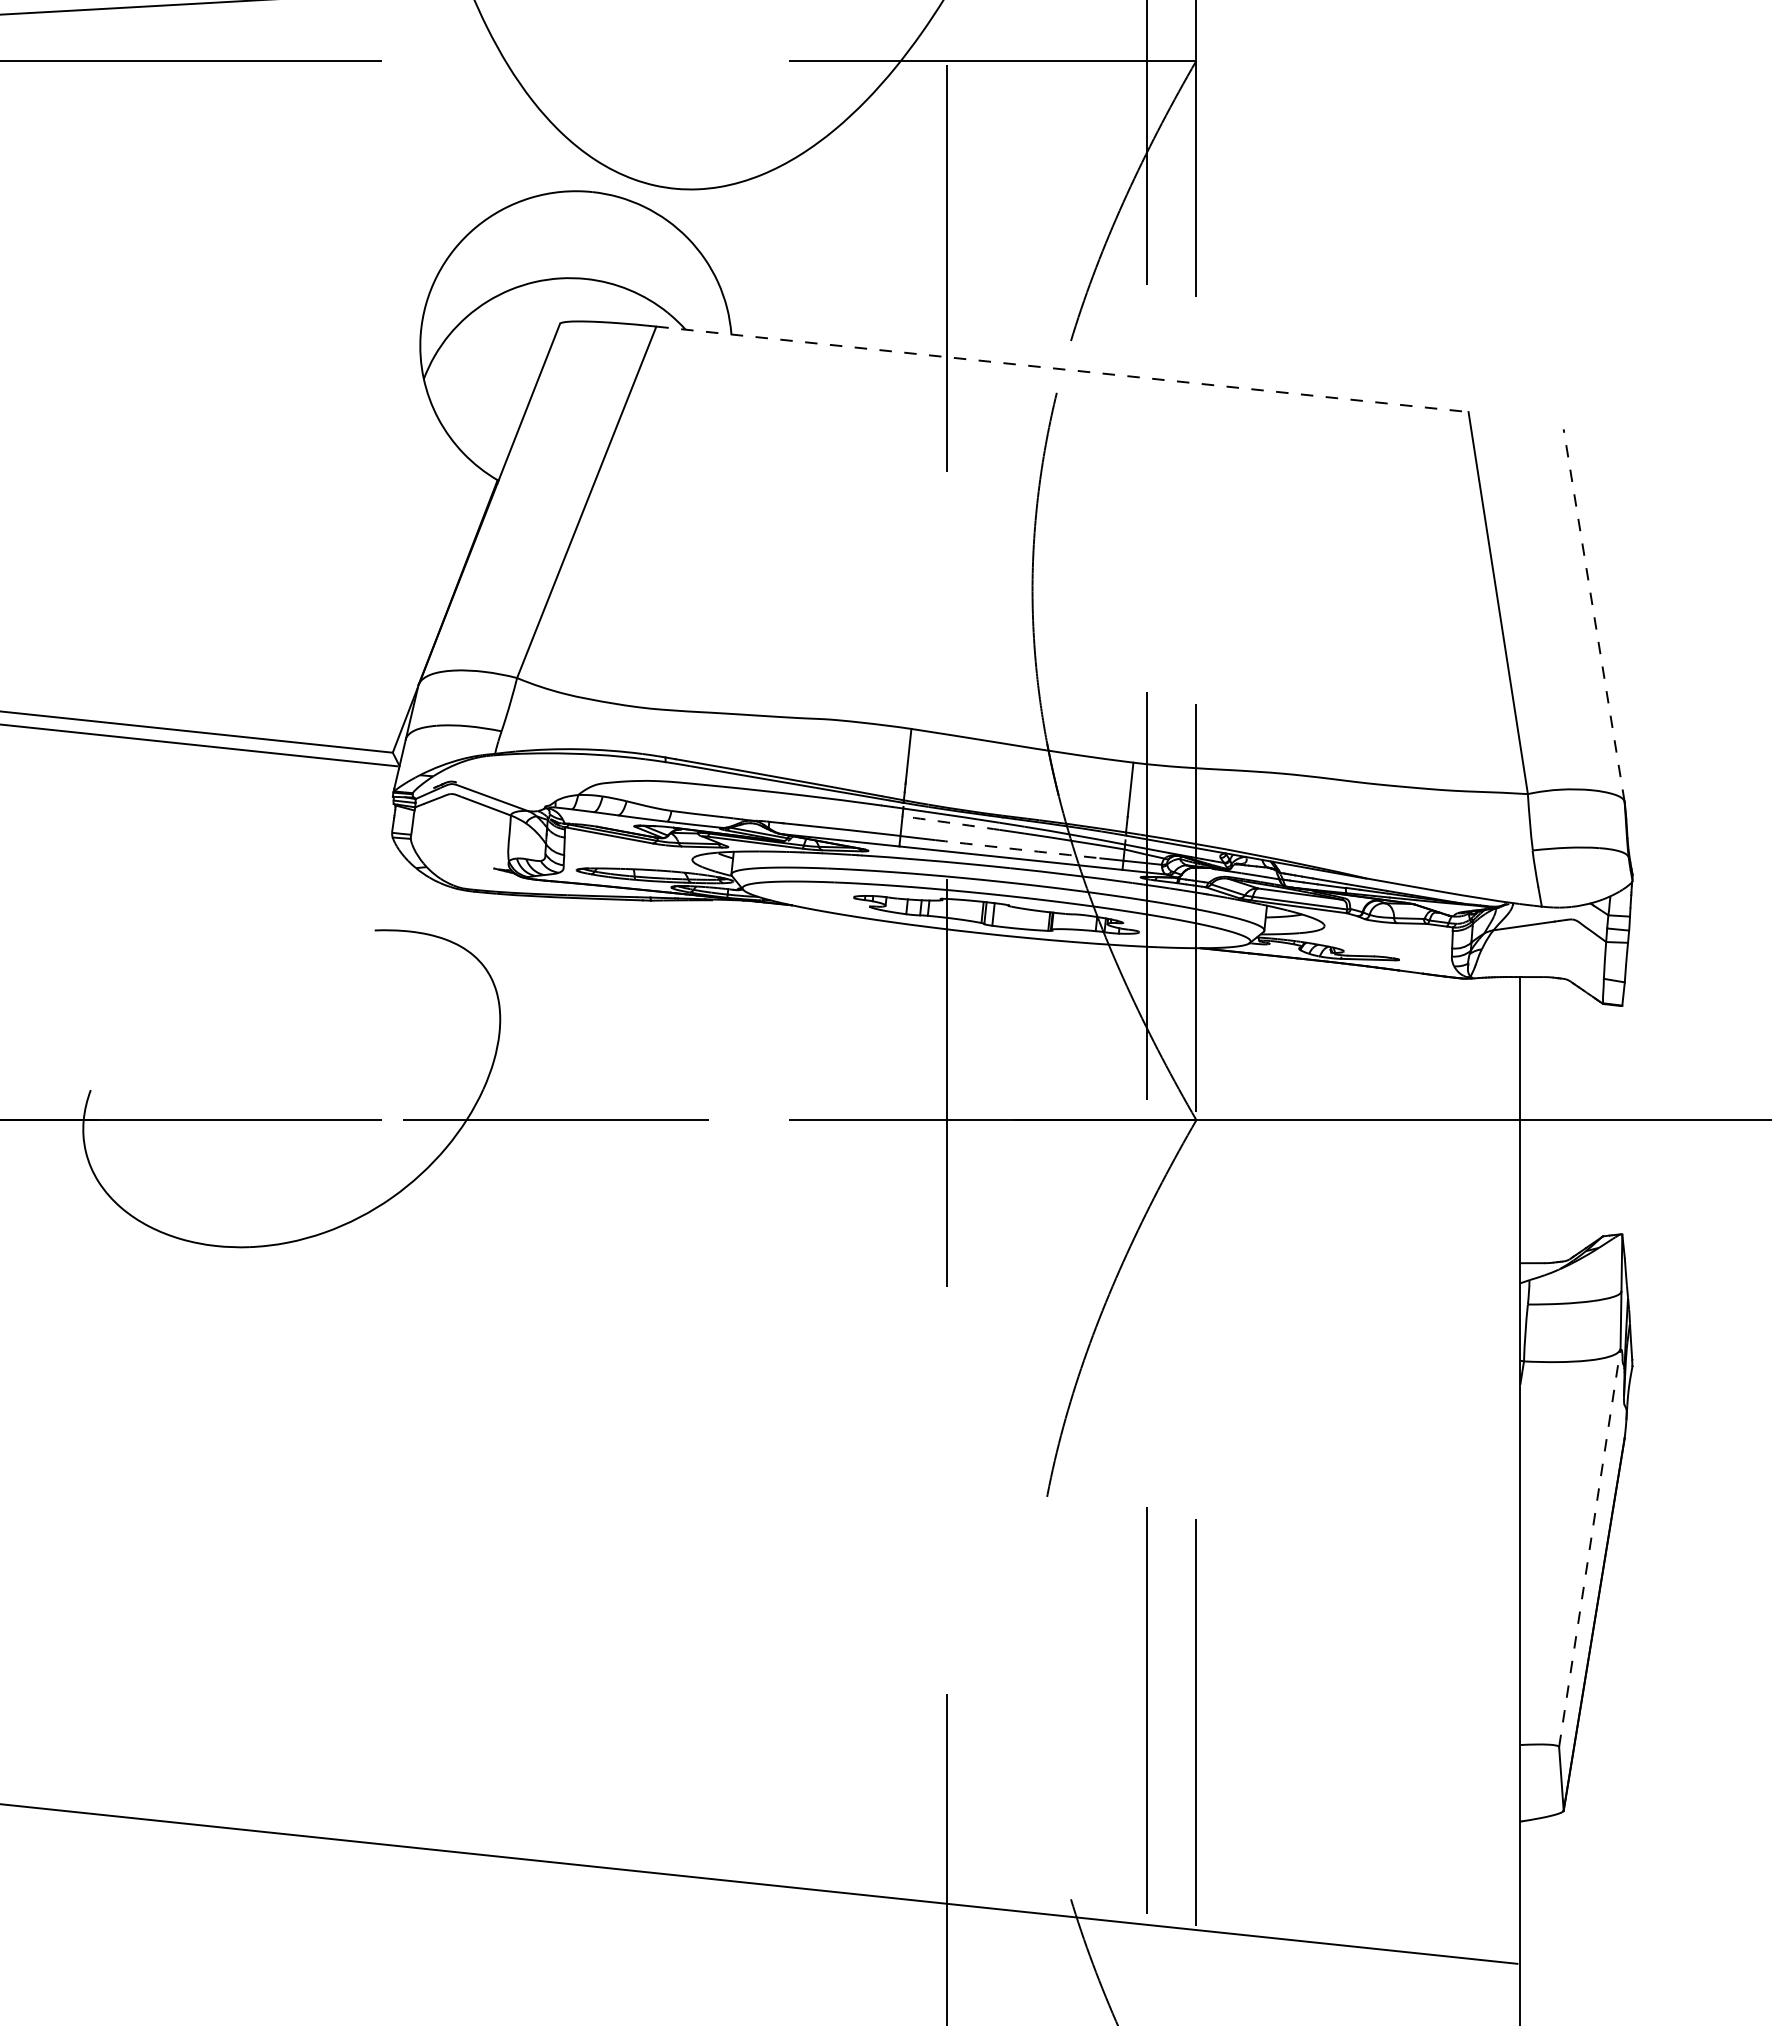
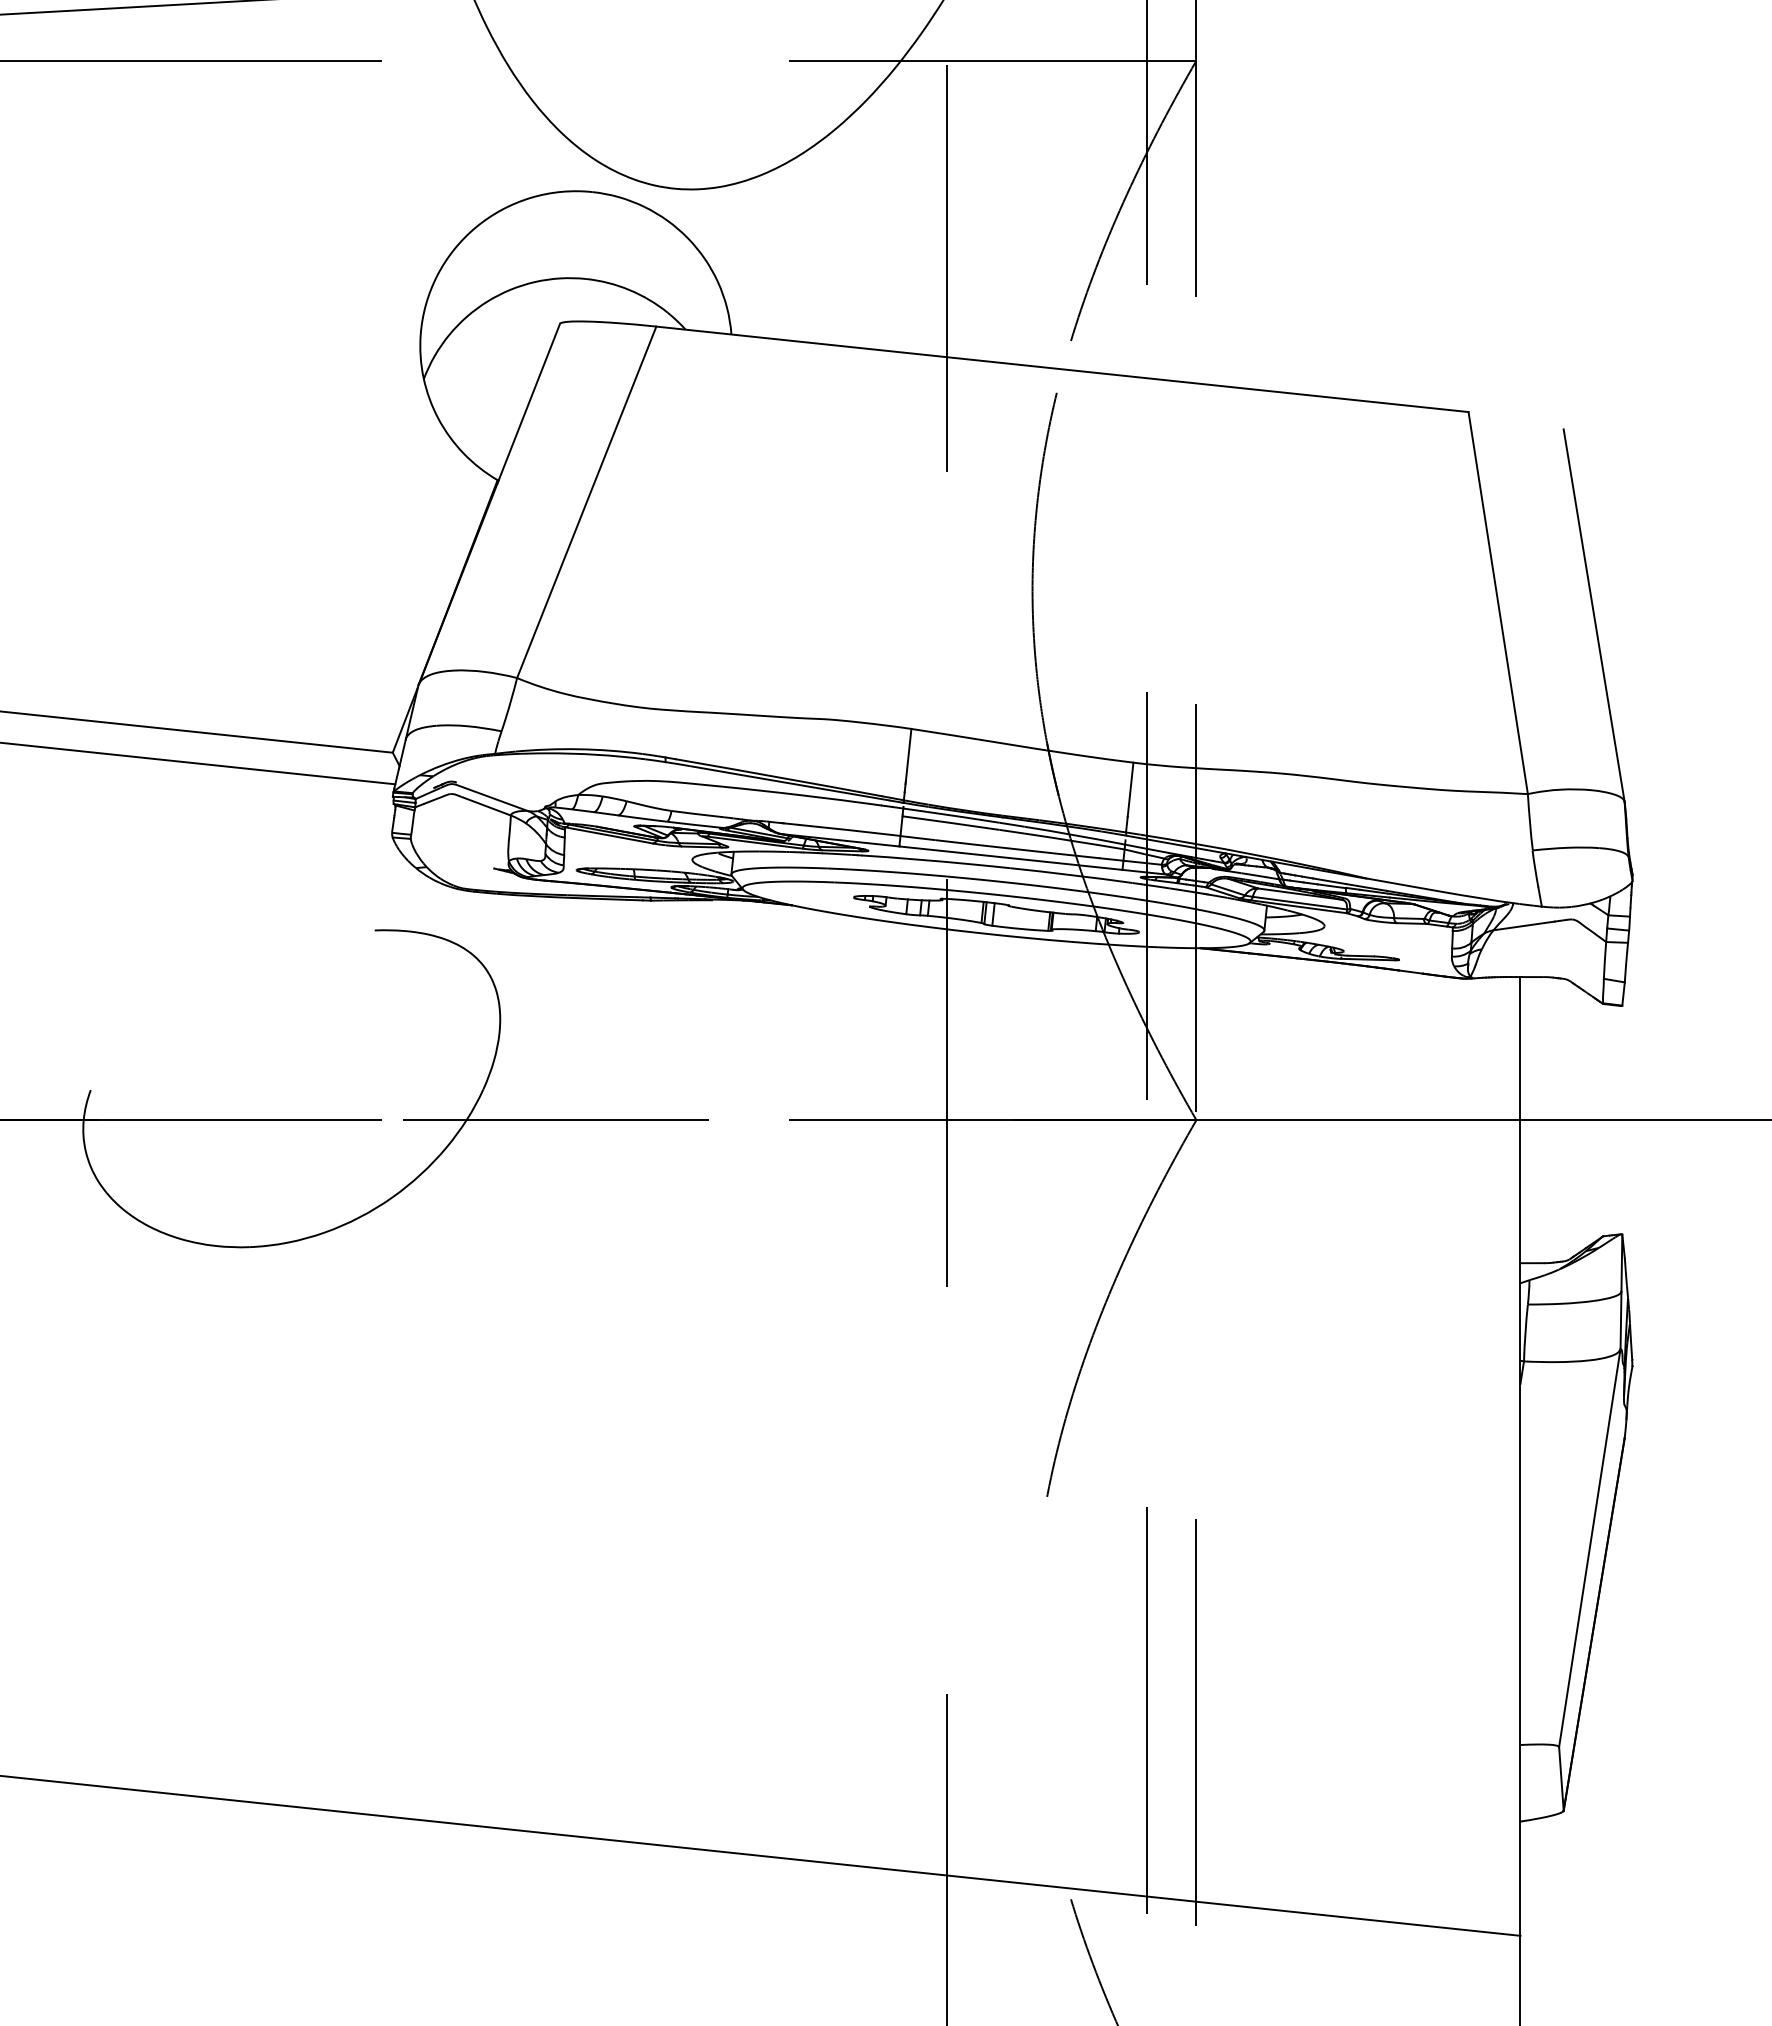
line at (1062, 369): dashed -> solid
line at (1594, 615): dashed -> solid
line at (199, 745) position: (199, 745) -> (198, 763)
arc at (950, 822): dashed -> solid
arc at (1017, 849): dashed -> solid
line at (1589, 1547): dashed -> solid
line at (759, 1883) position: (759, 1883) -> (761, 1855)
